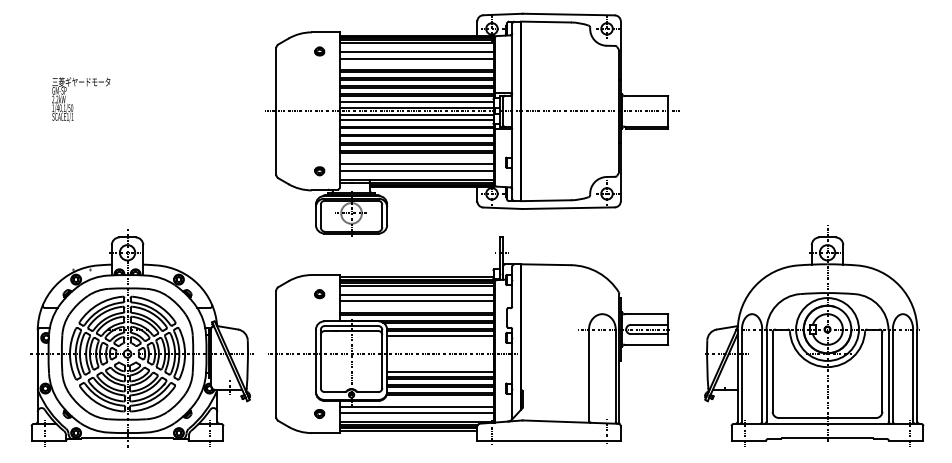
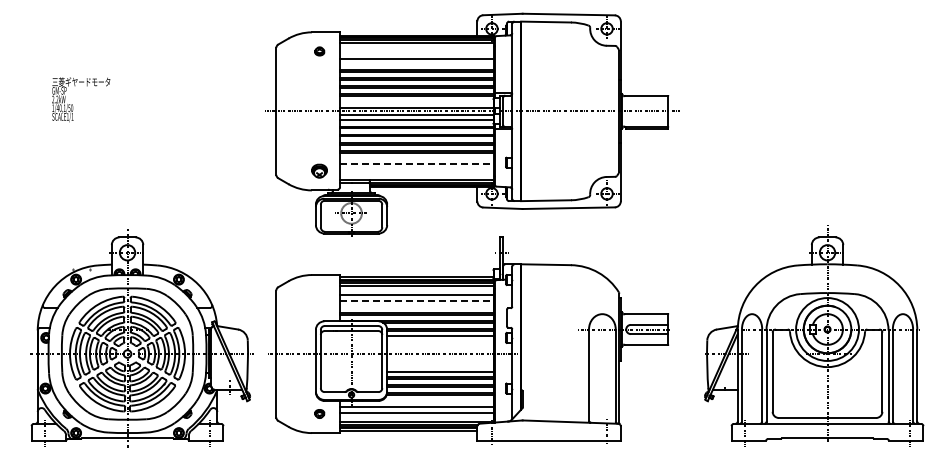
line at (416, 52): present -> none
line at (416, 102): present -> none
line at (416, 164): solid -> dashed
line at (416, 170): present -> none
part at (319, 171) size: 12x11 px -> 17x16 px
part at (319, 294): present -> none
line at (416, 301): solid -> dashed
